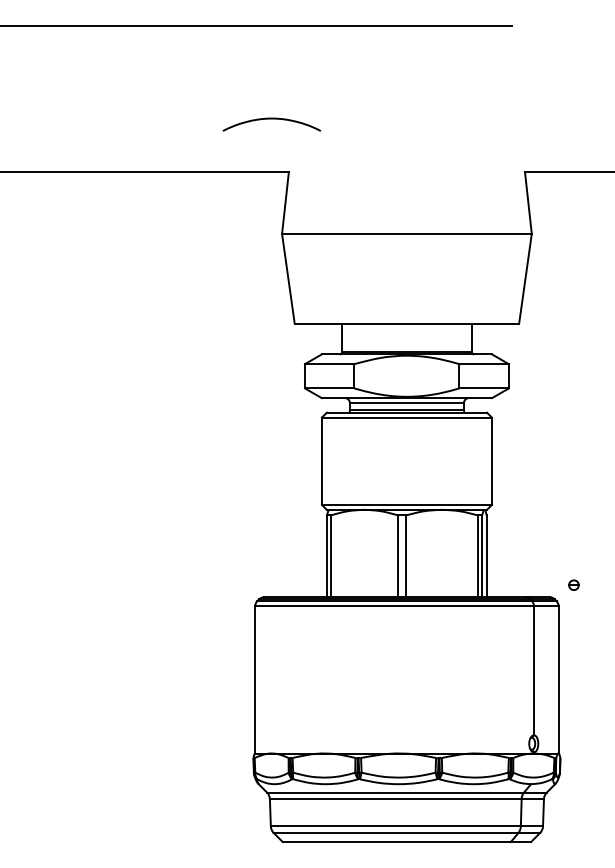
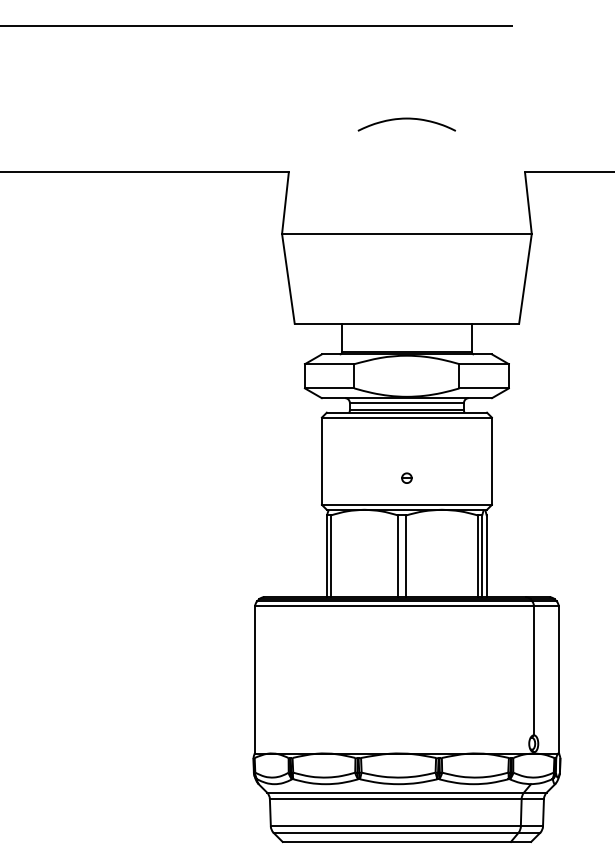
curve at (271, 119) position: (271, 119) -> (406, 119)
part at (573, 584) position: (573, 584) -> (406, 477)
